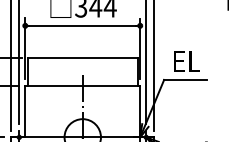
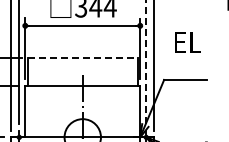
line at (82, 57): solid -> dashed
text at (186, 61) position: (186, 61) -> (187, 42)
line at (146, 62): solid -> dashed
